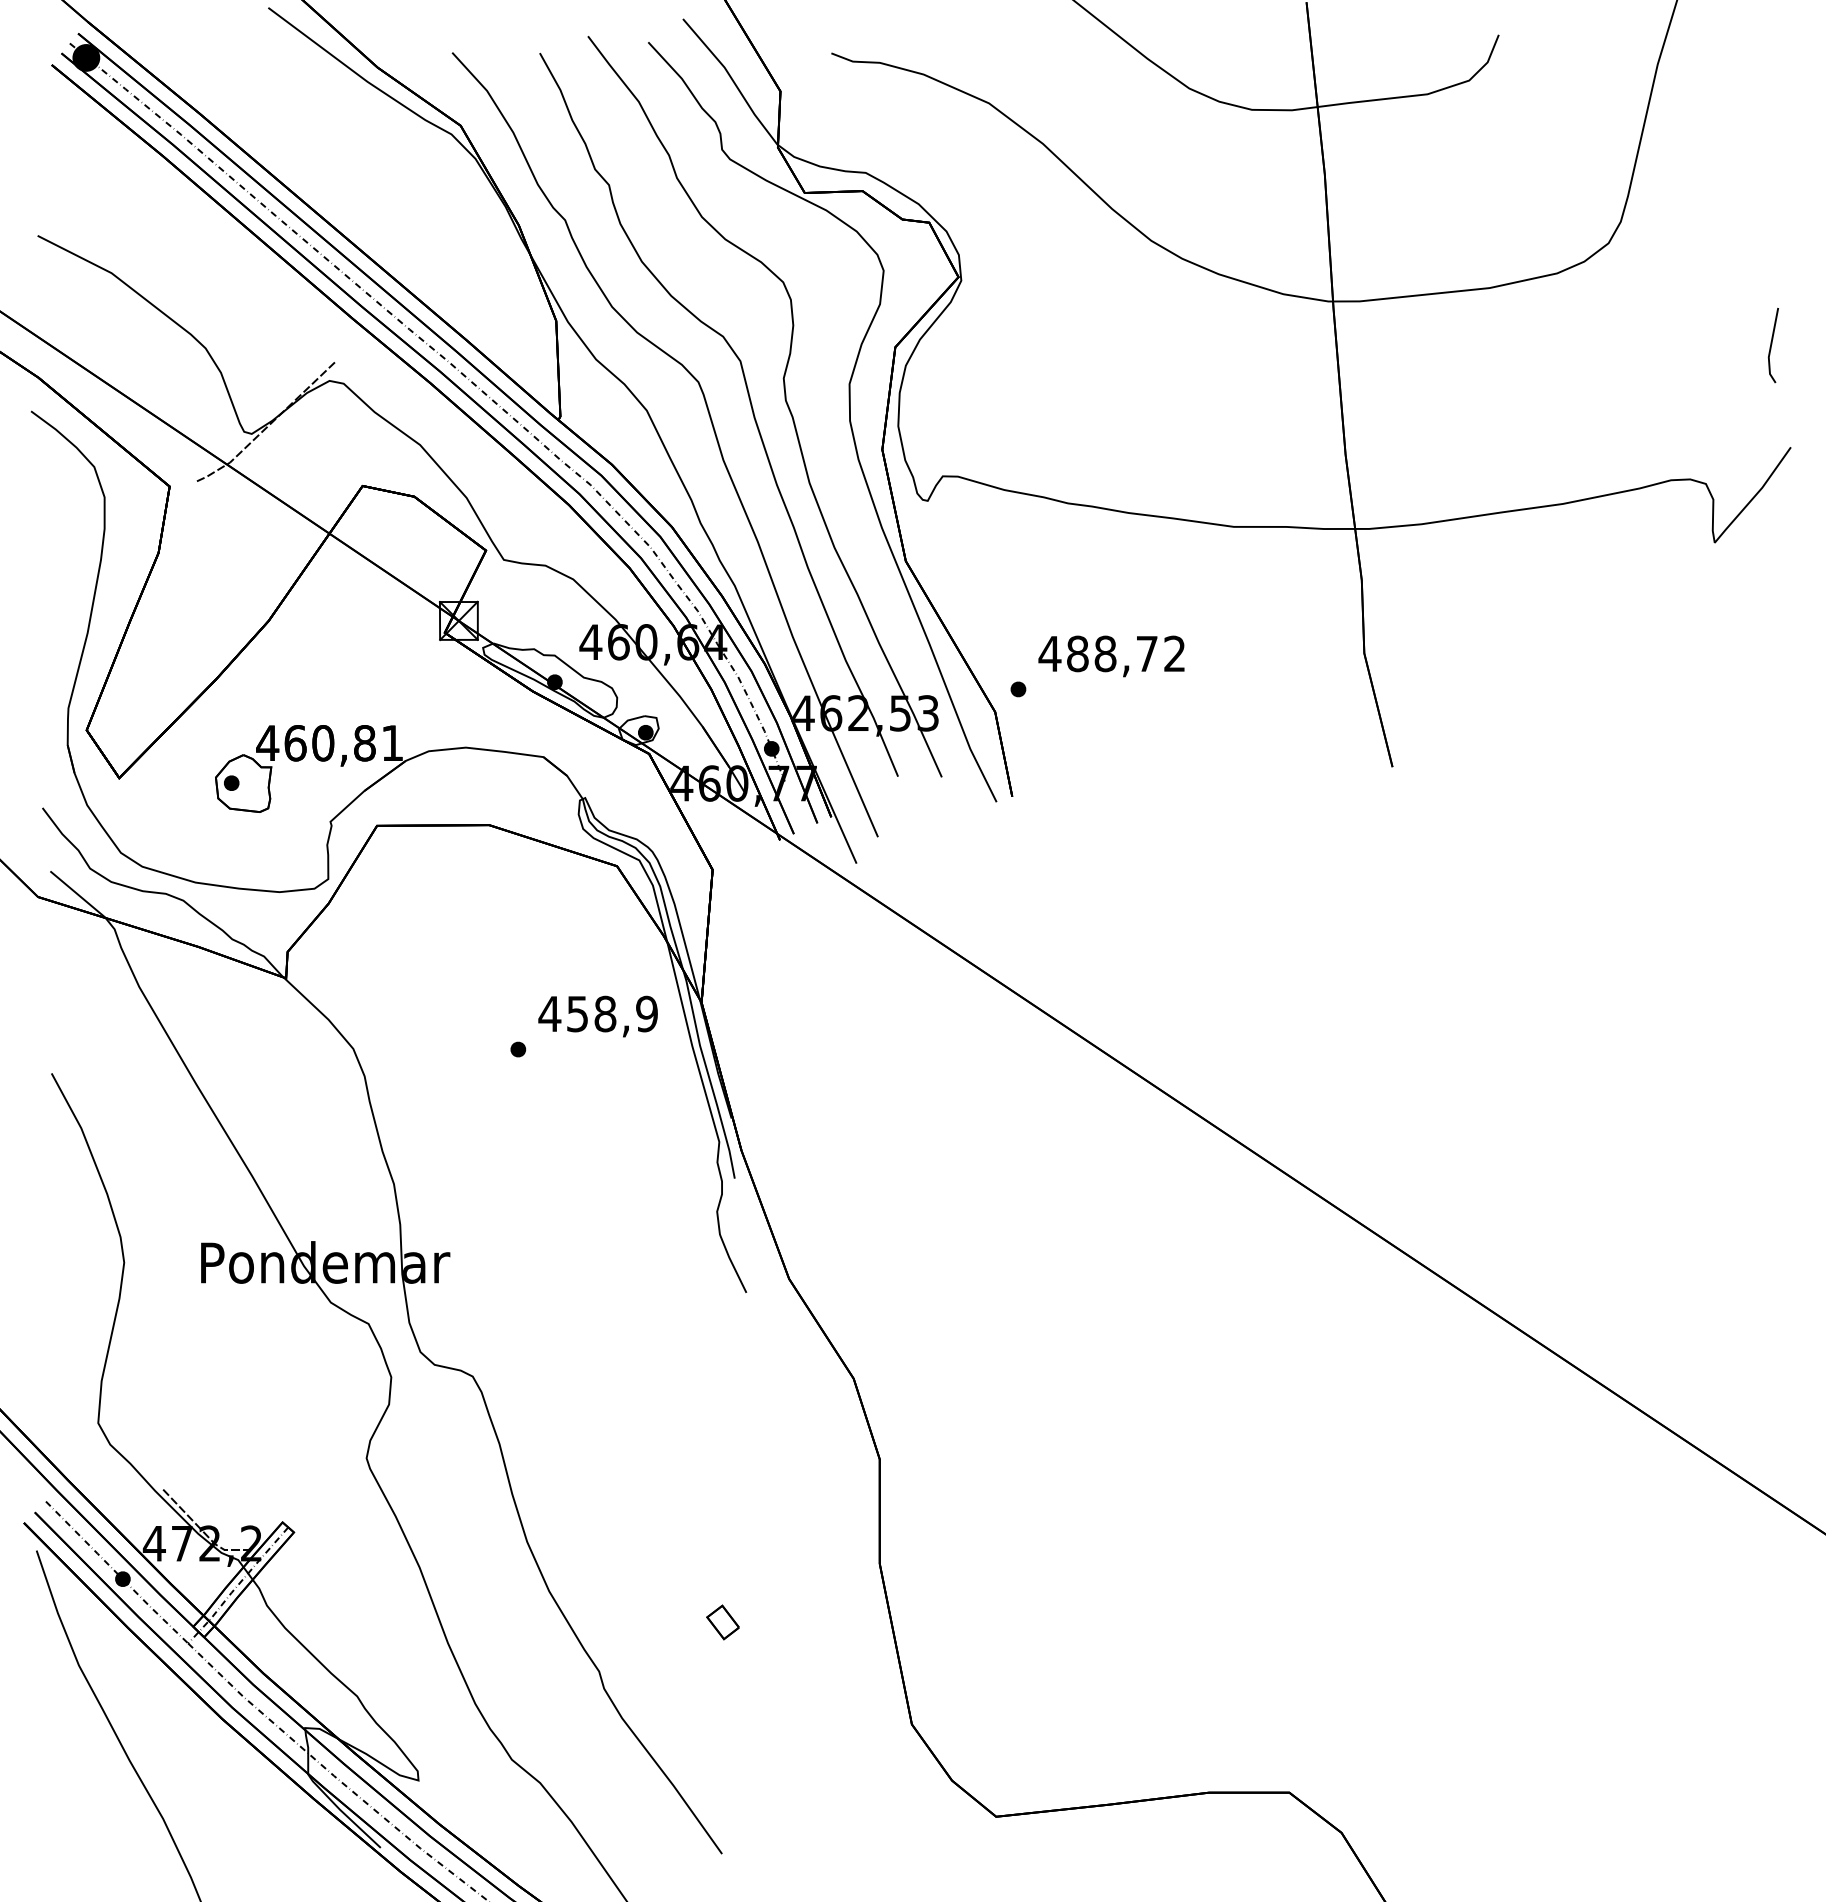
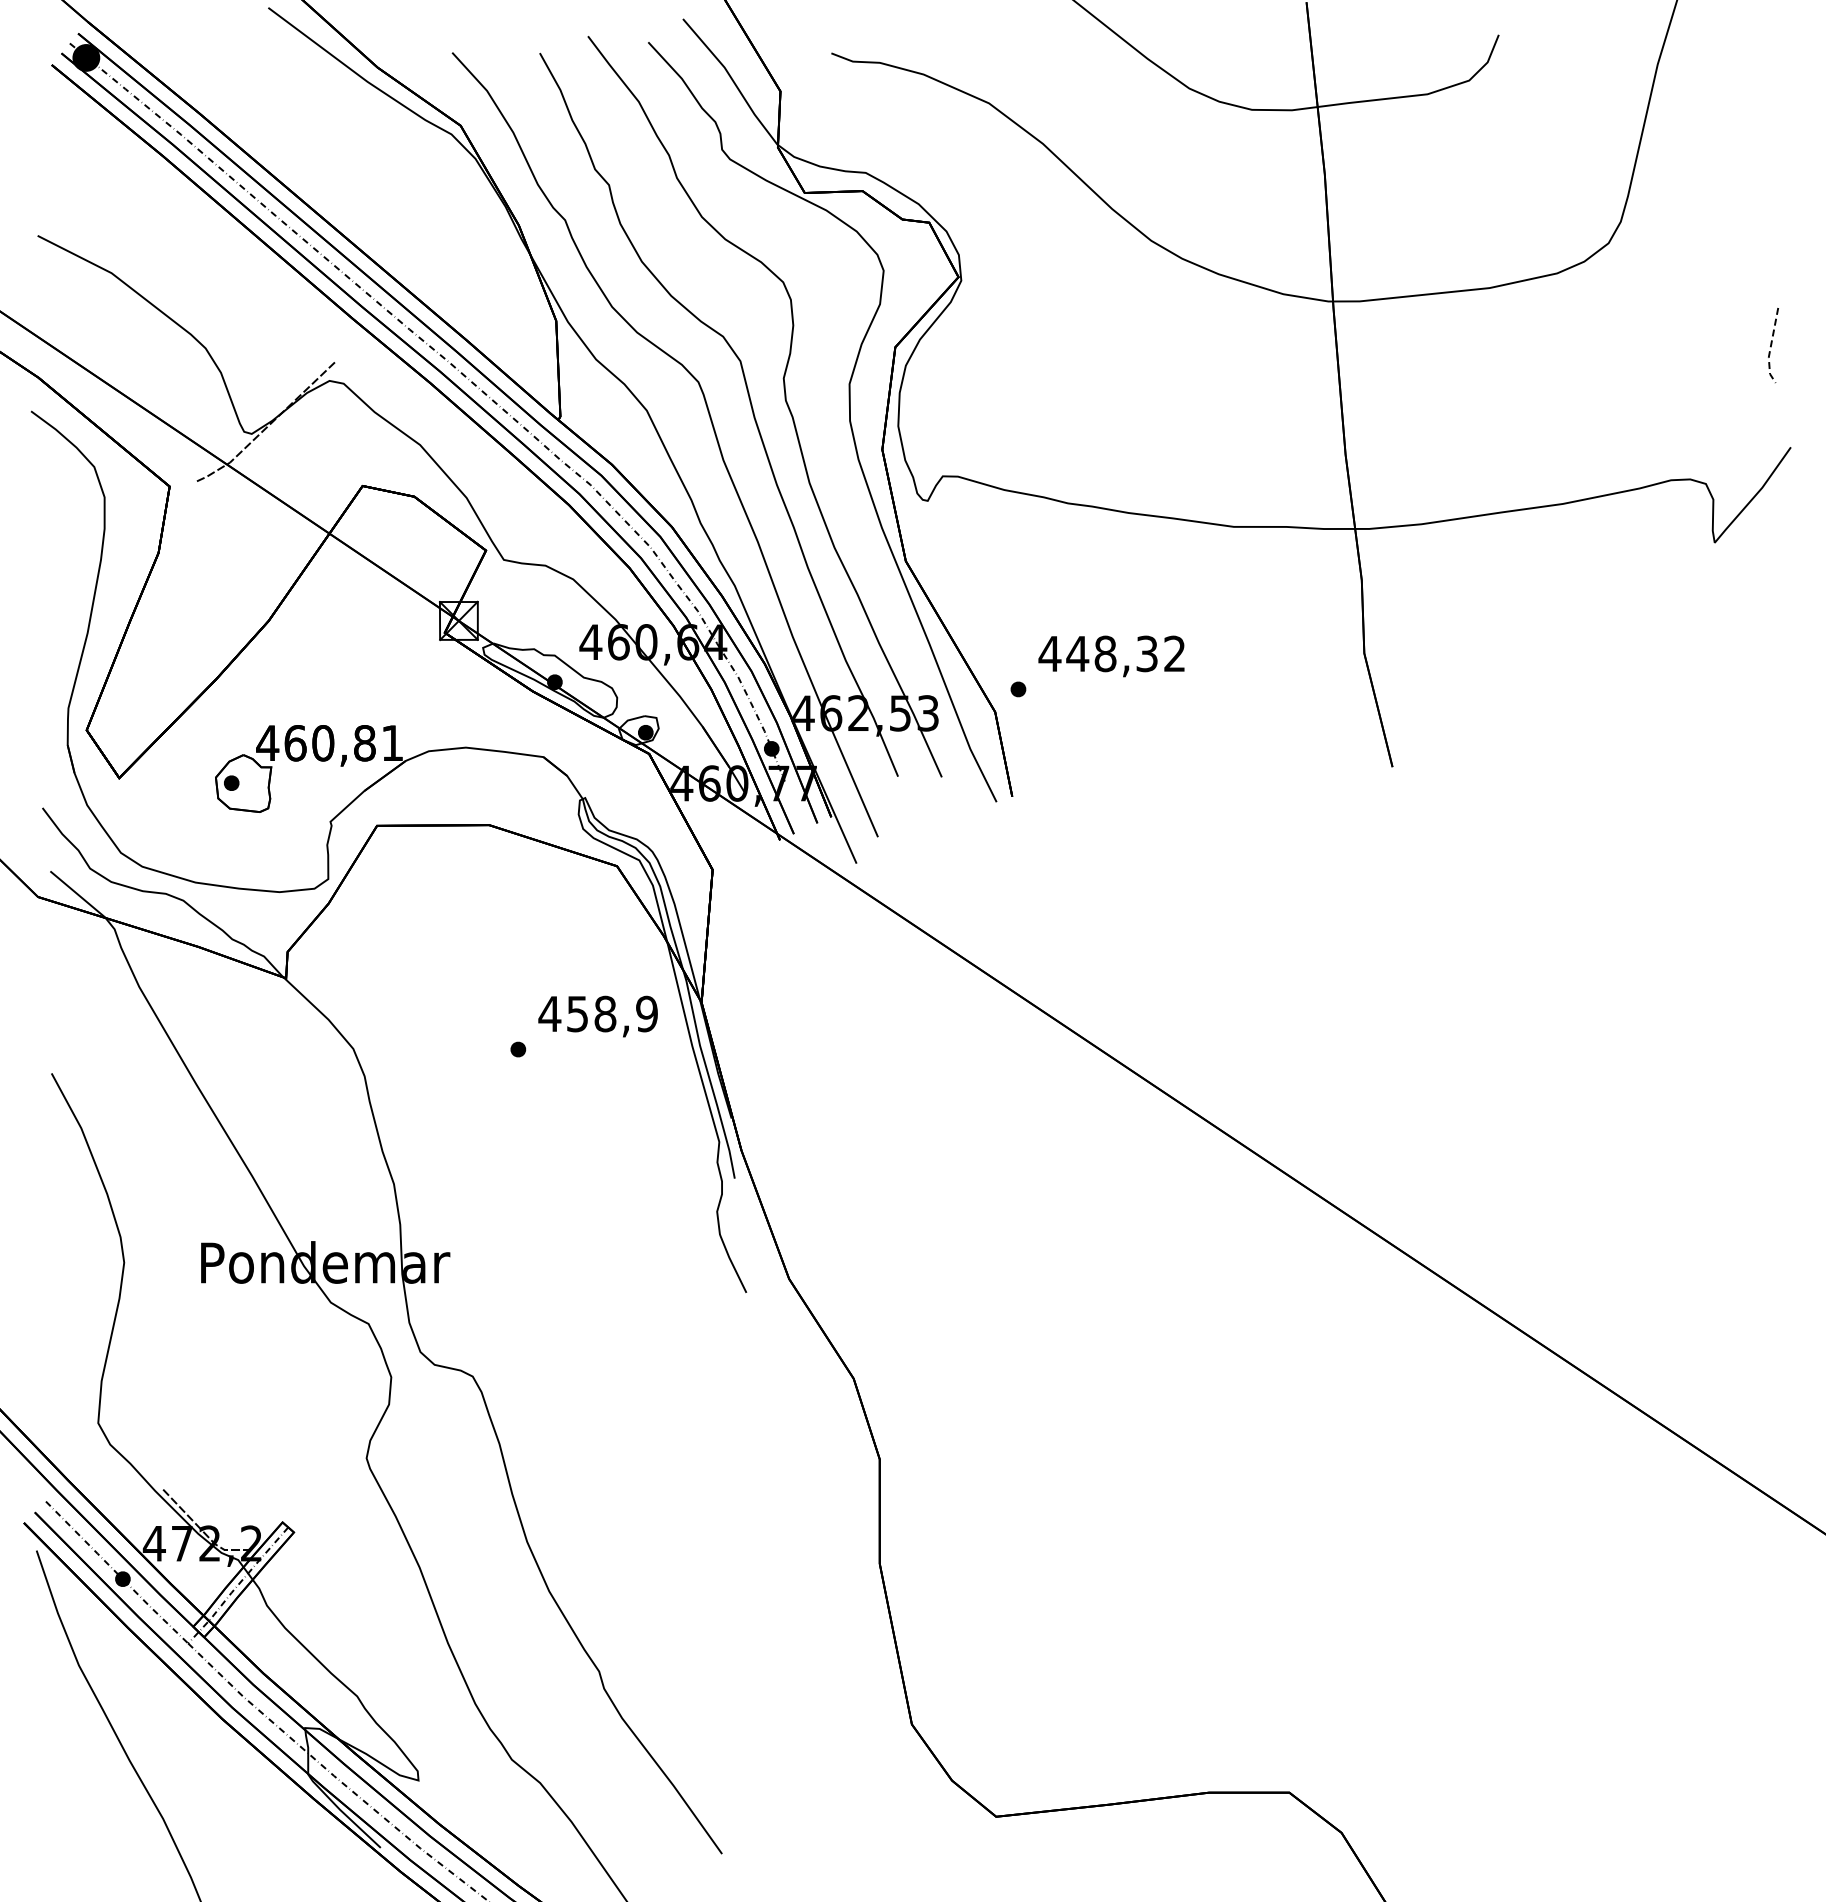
line at (1770, 347): solid -> dashed
text at (1111, 653): 488,72 -> 448,32
part at (722, 1622): present -> none
